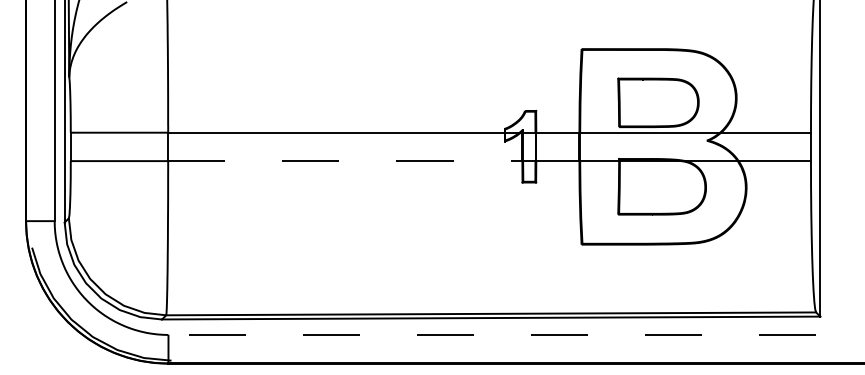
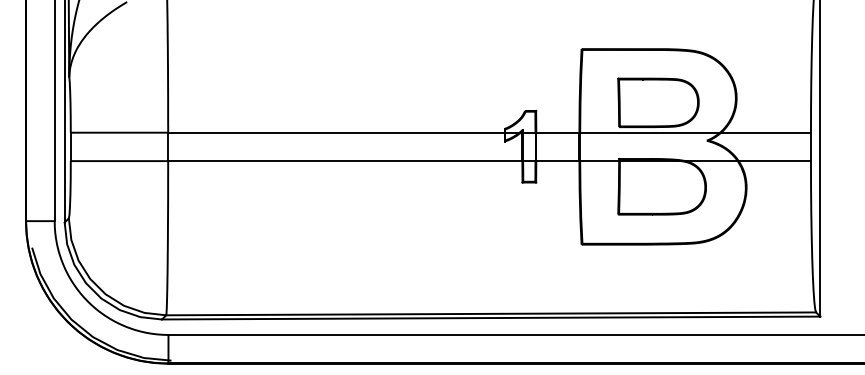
line at (345, 161): dashed -> solid
line at (516, 334): dashed -> solid
